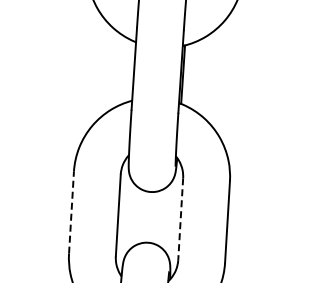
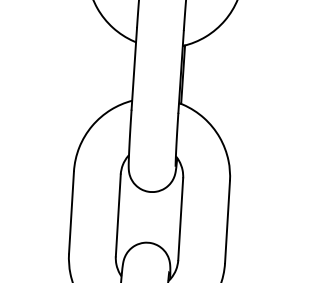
line at (71, 212): dashed -> solid
line at (180, 219): dashed -> solid
